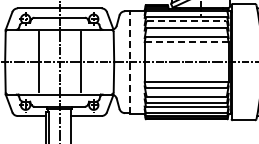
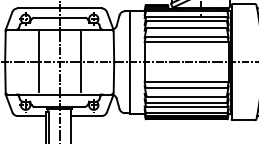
line at (186, 21): dashed -> solid
line at (186, 42): dashed -> solid
line at (130, 62): dashed -> solid
